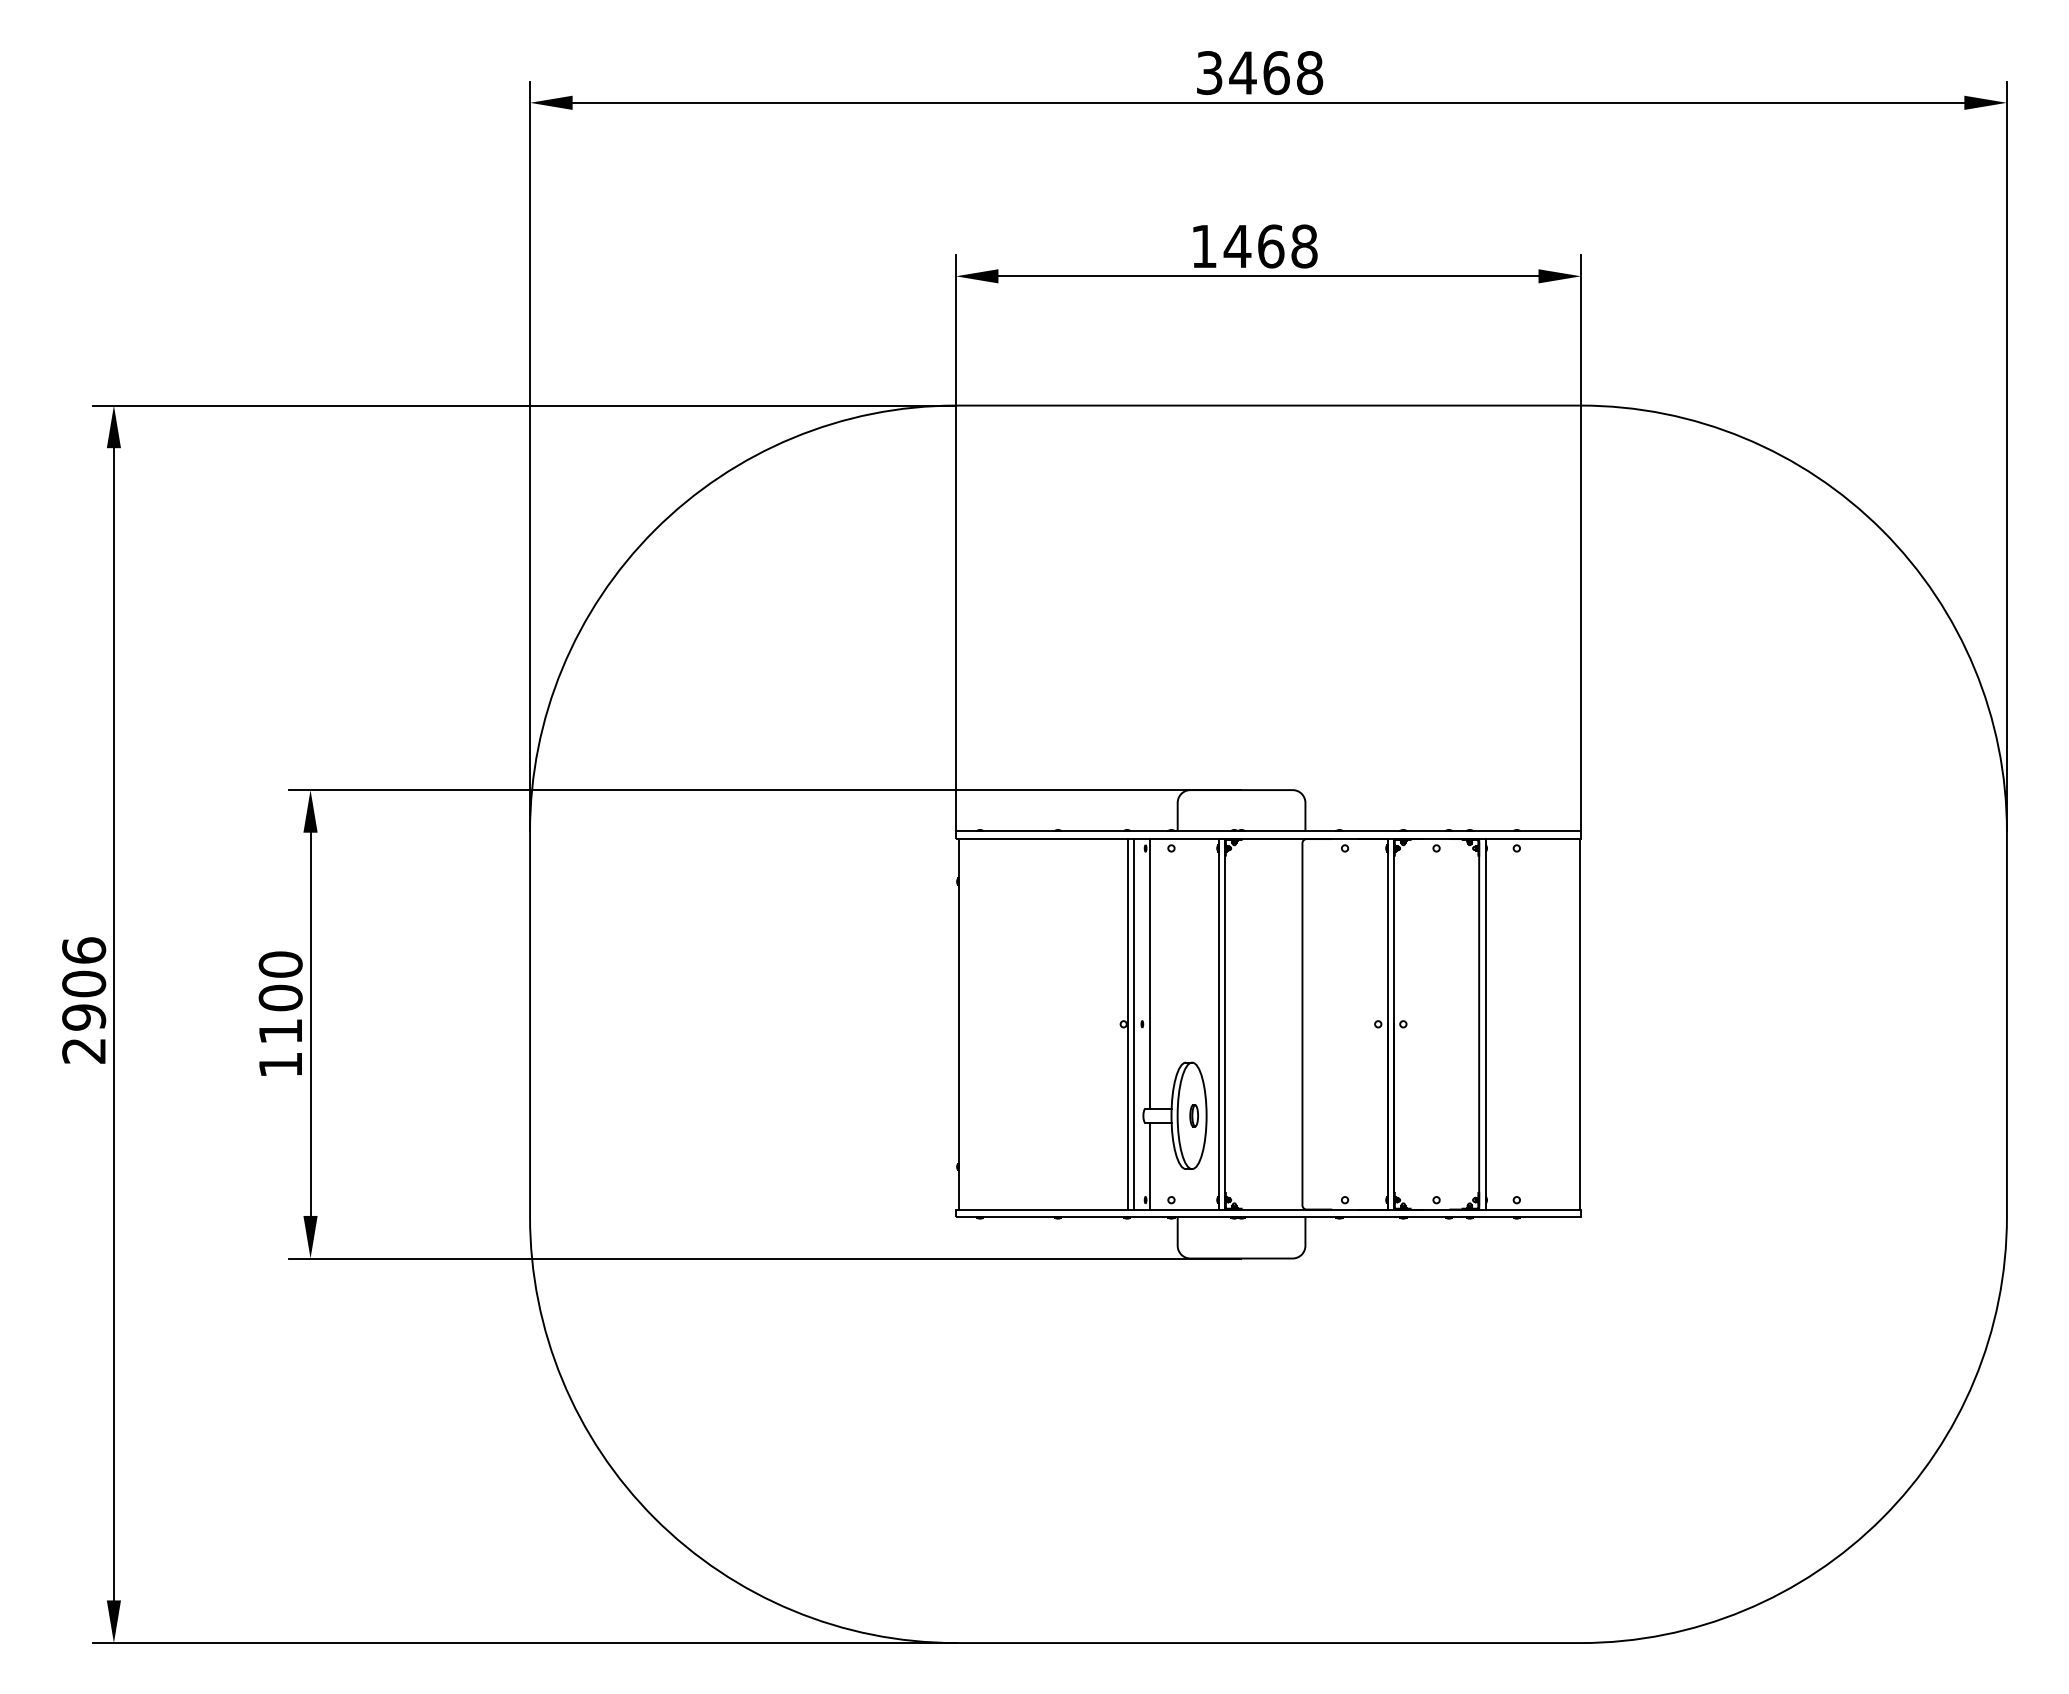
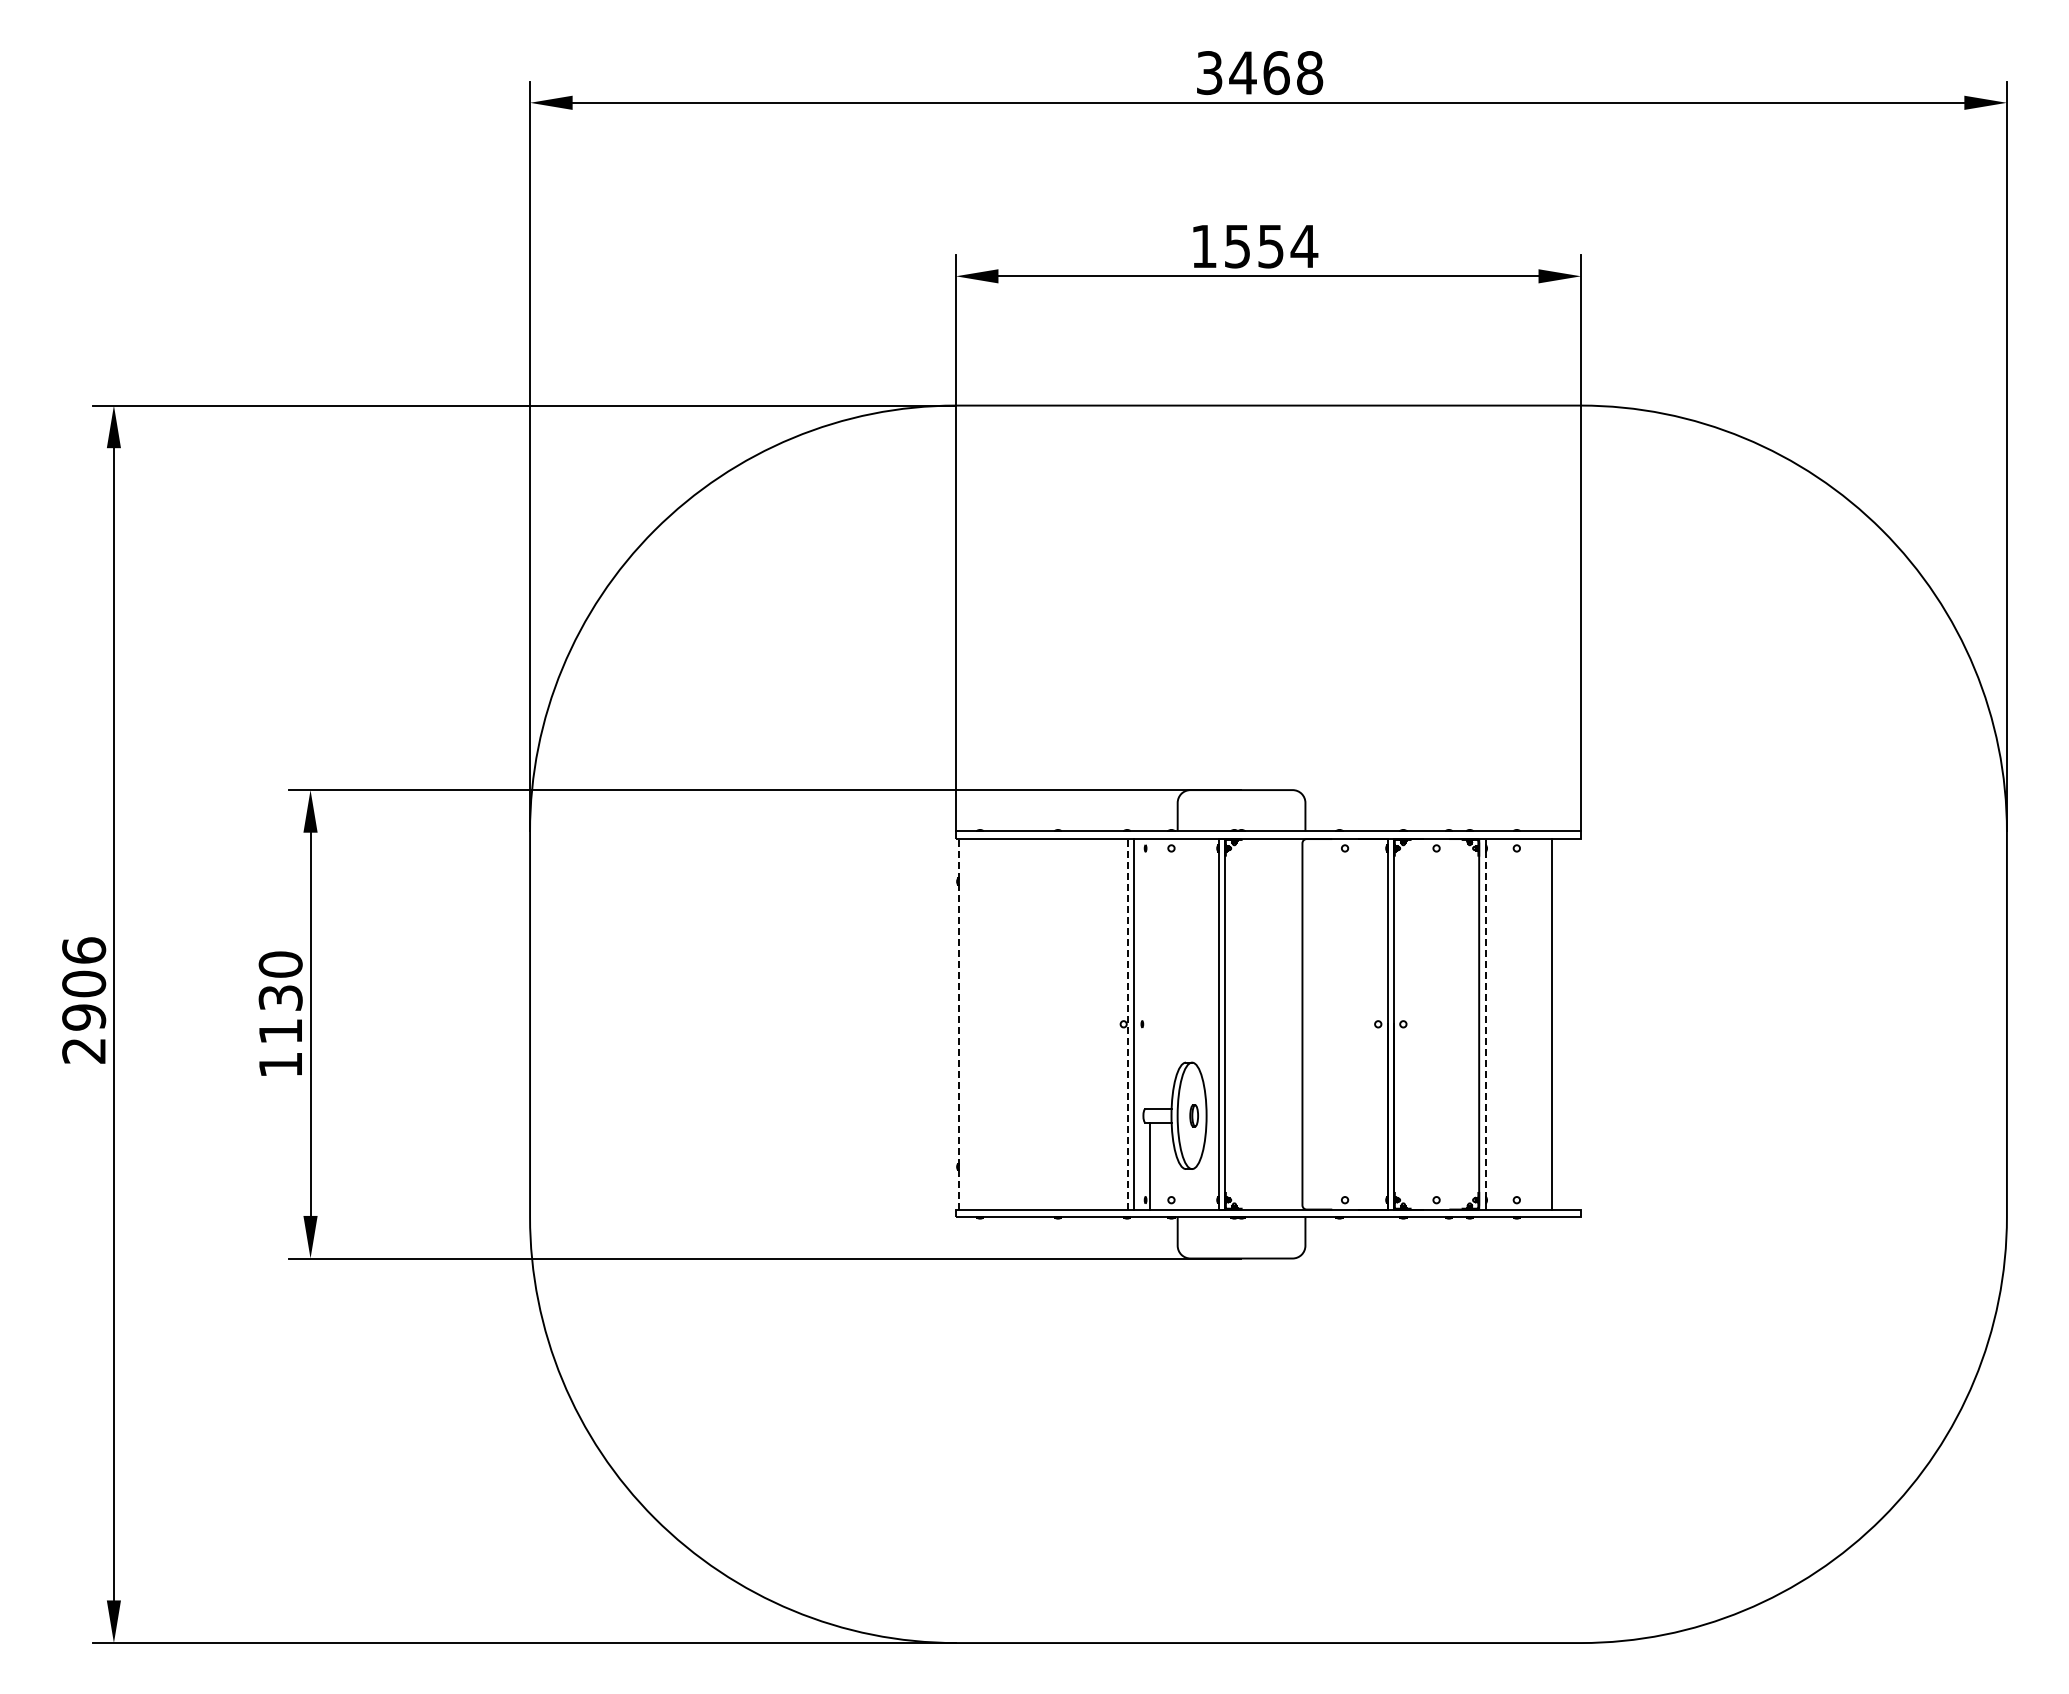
text at (1270, 246): 1468 -> 1554
line at (1150, 974): present -> none
text at (280, 997): 1100 -> 1130
line at (958, 1023): solid -> dashed
line at (1128, 1023): solid -> dashed
line at (1485, 1023): solid -> dashed
line at (1579, 1024) position: (1579, 1024) -> (1551, 1024)
